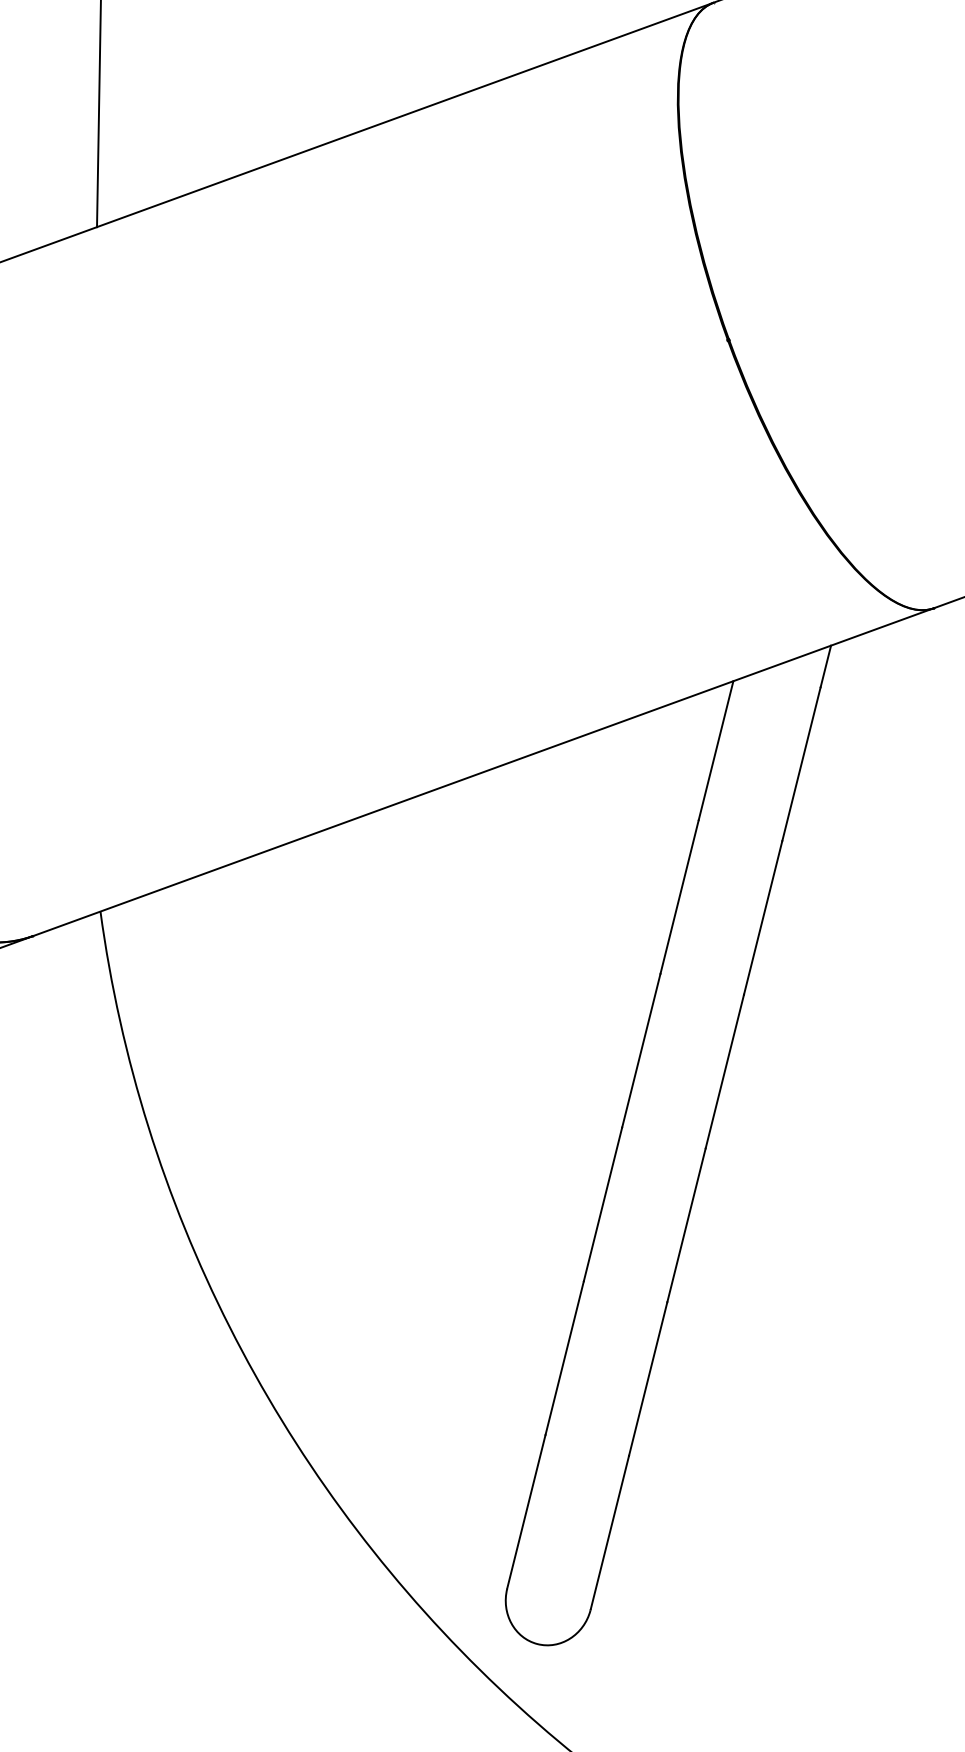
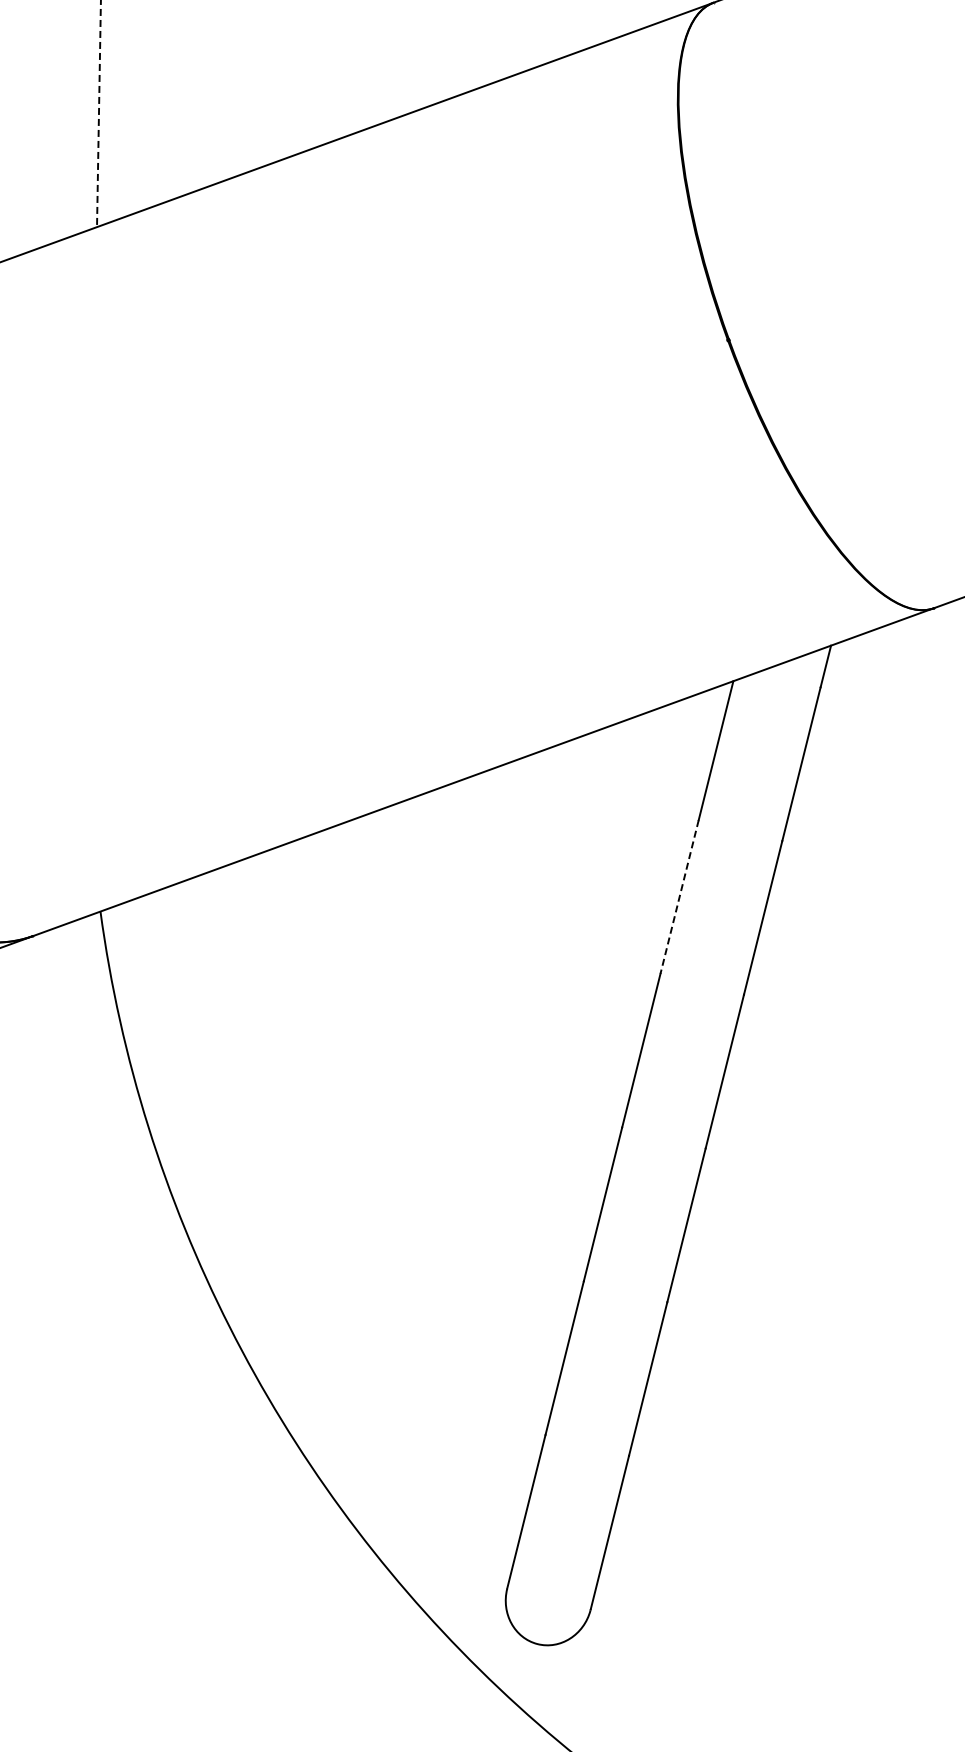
line at (98, 114): solid -> dashed
line at (679, 897): solid -> dashed
